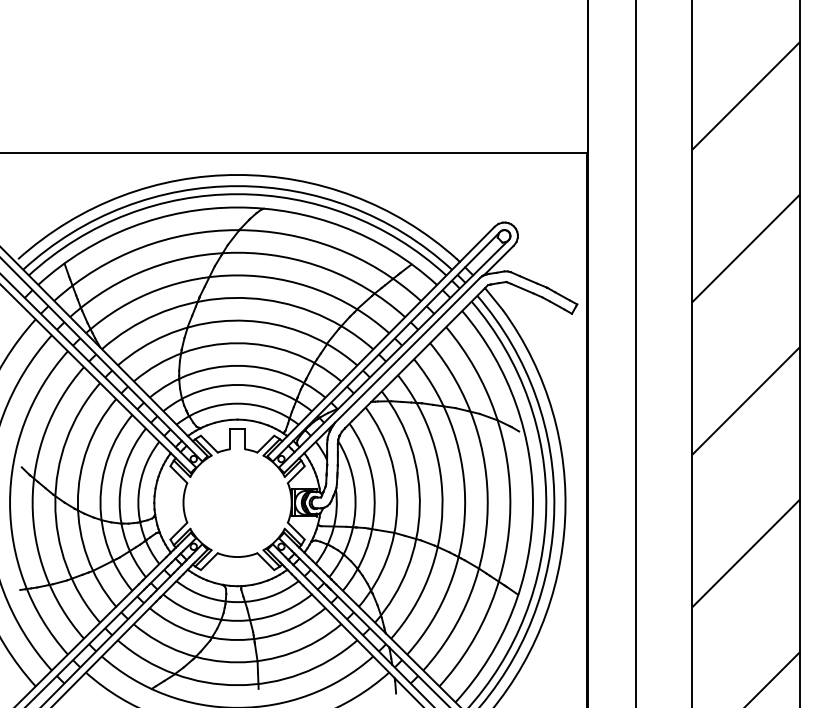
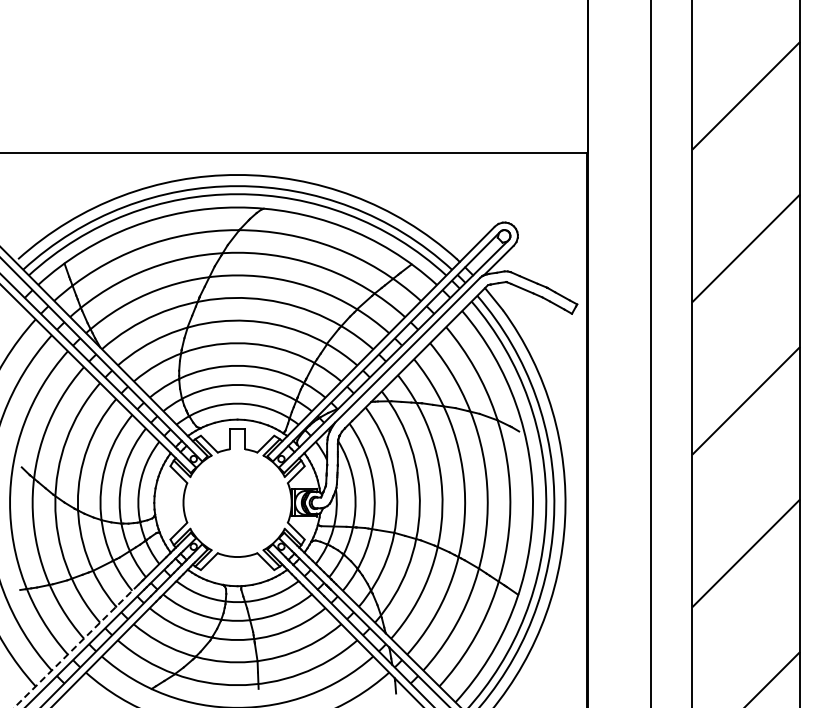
line at (636, 353) position: (636, 353) -> (651, 353)
line at (76, 645): solid -> dashed
